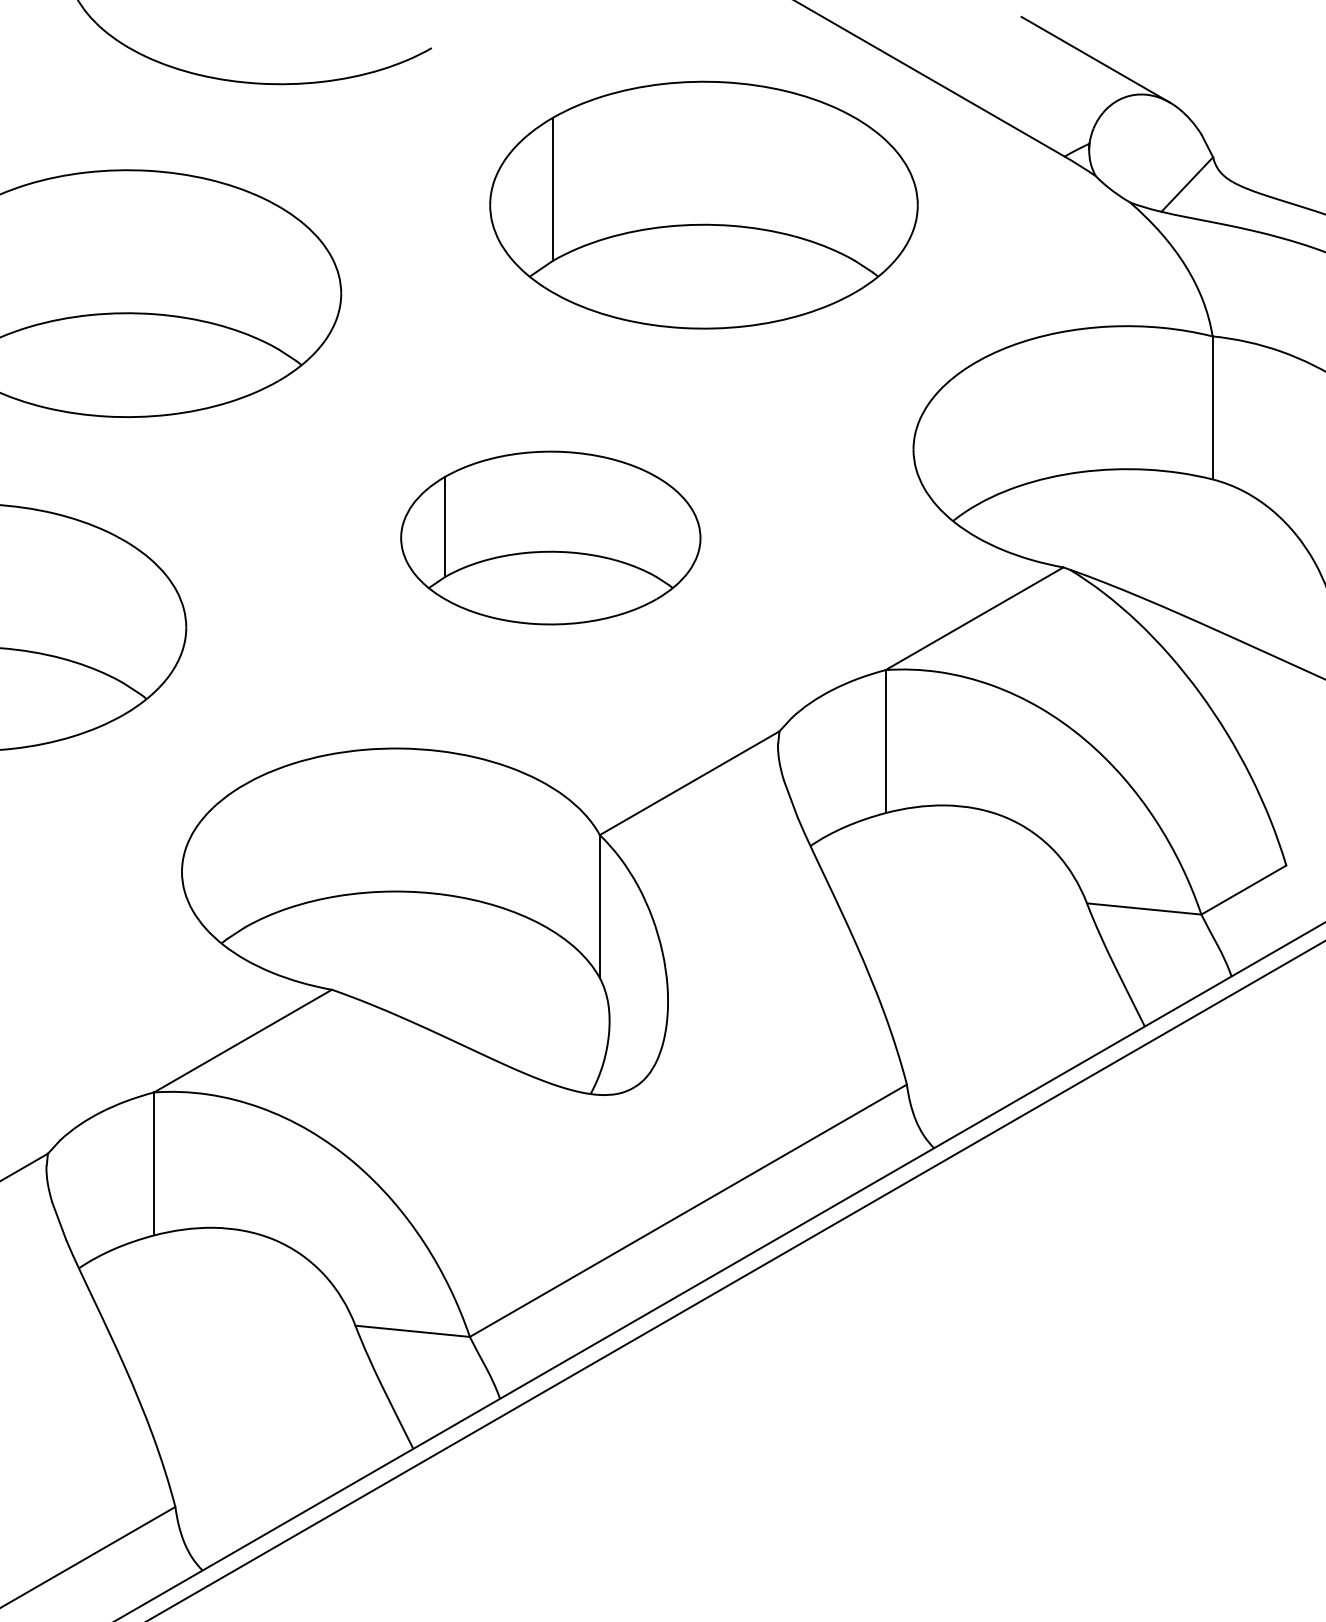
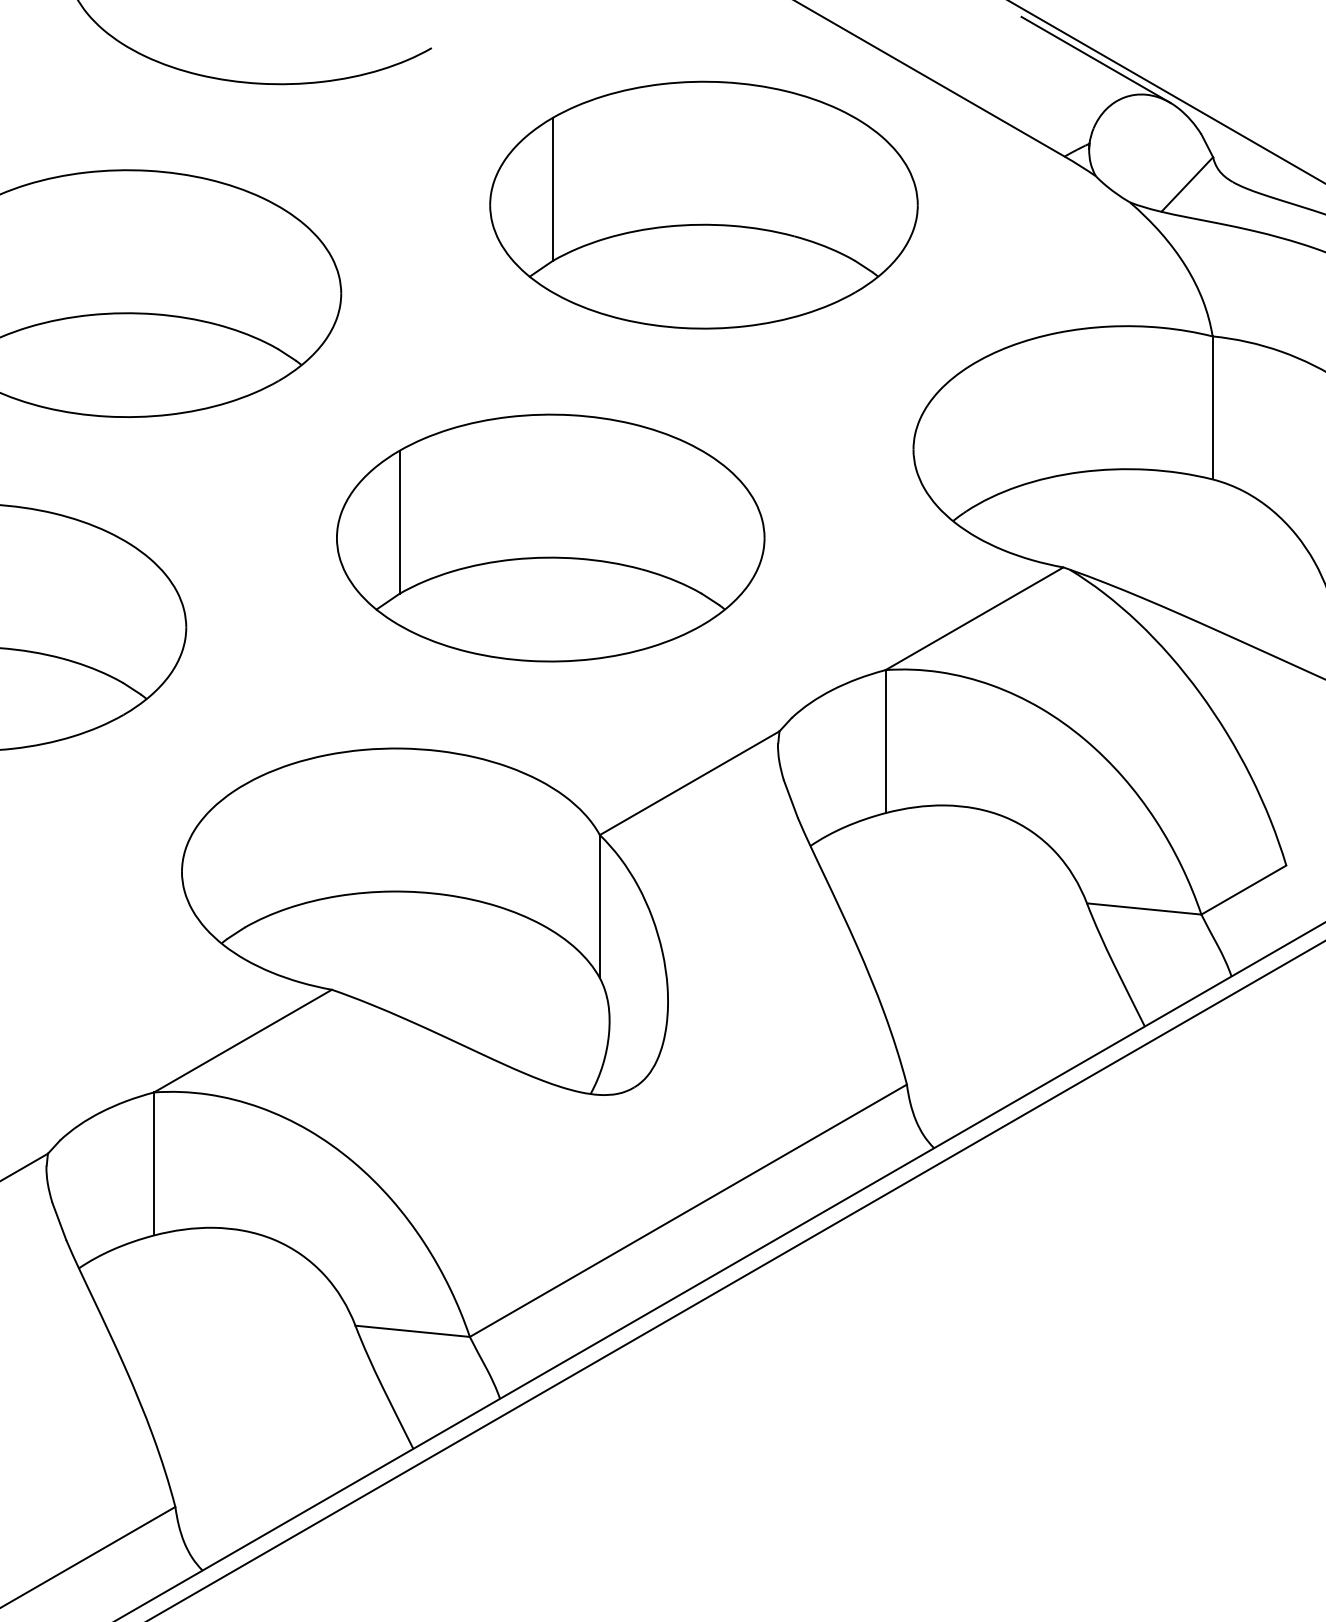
line at (1166, 91): none -> present
part at (550, 537) size: 302x176 px -> 430x250 px
